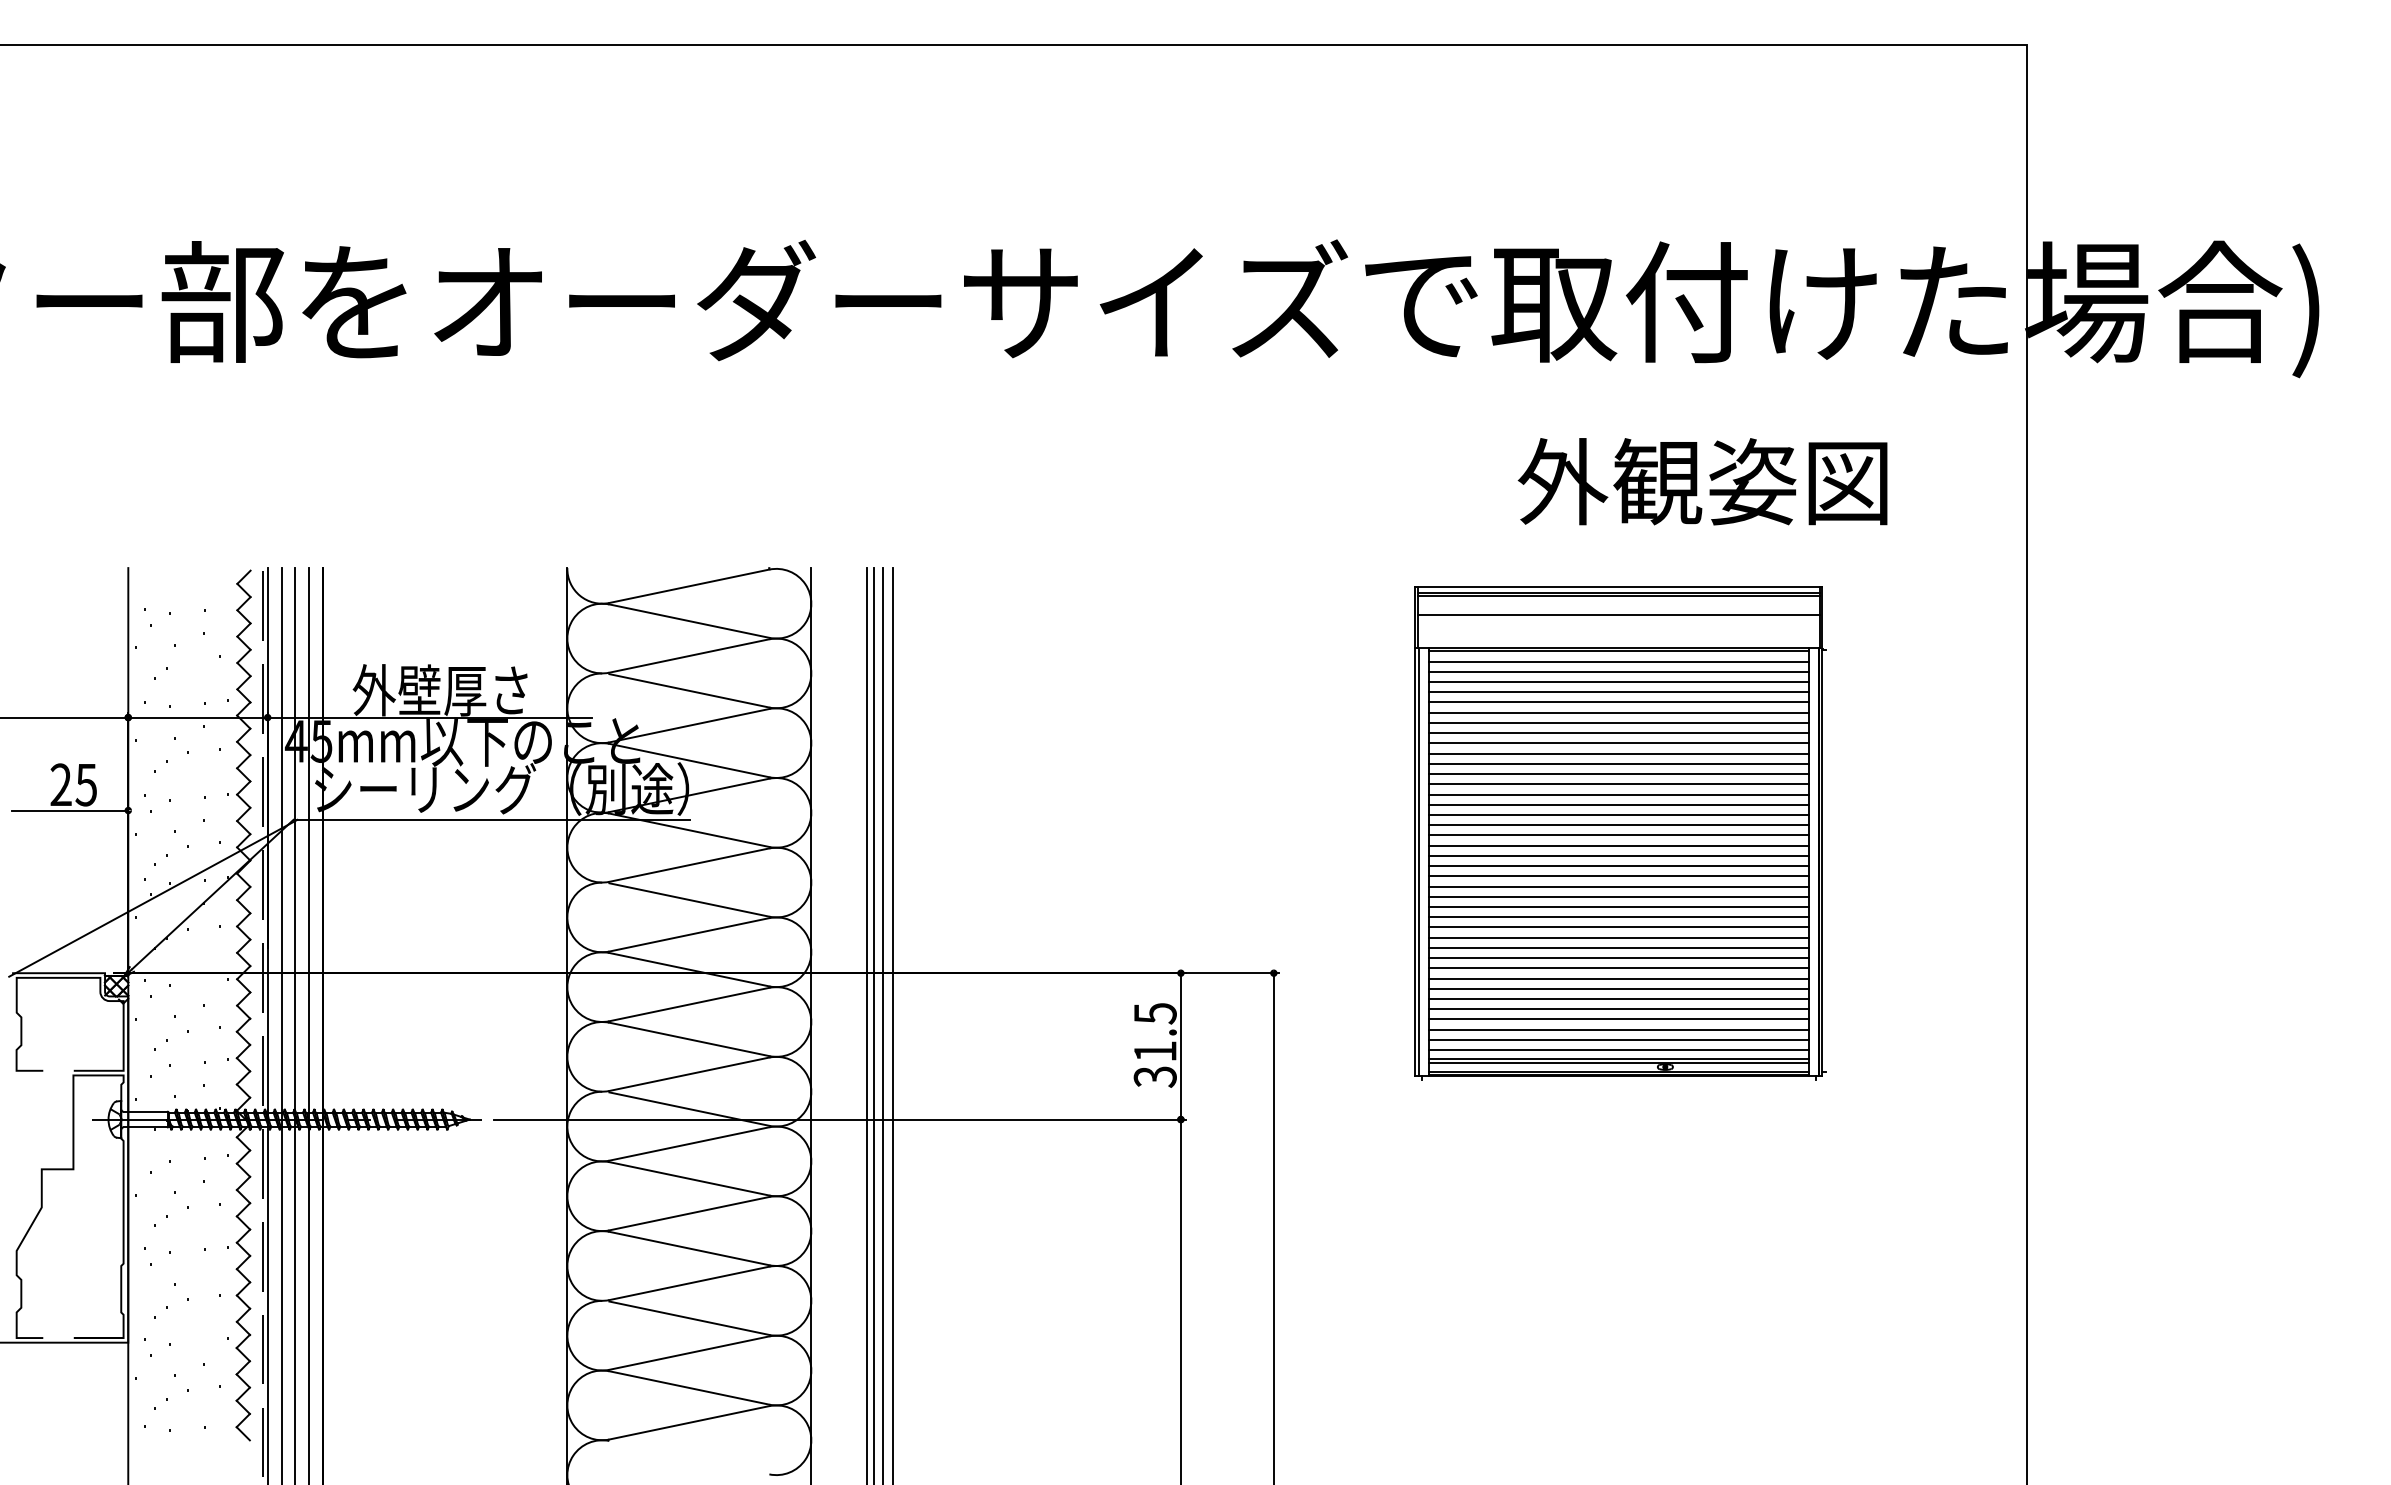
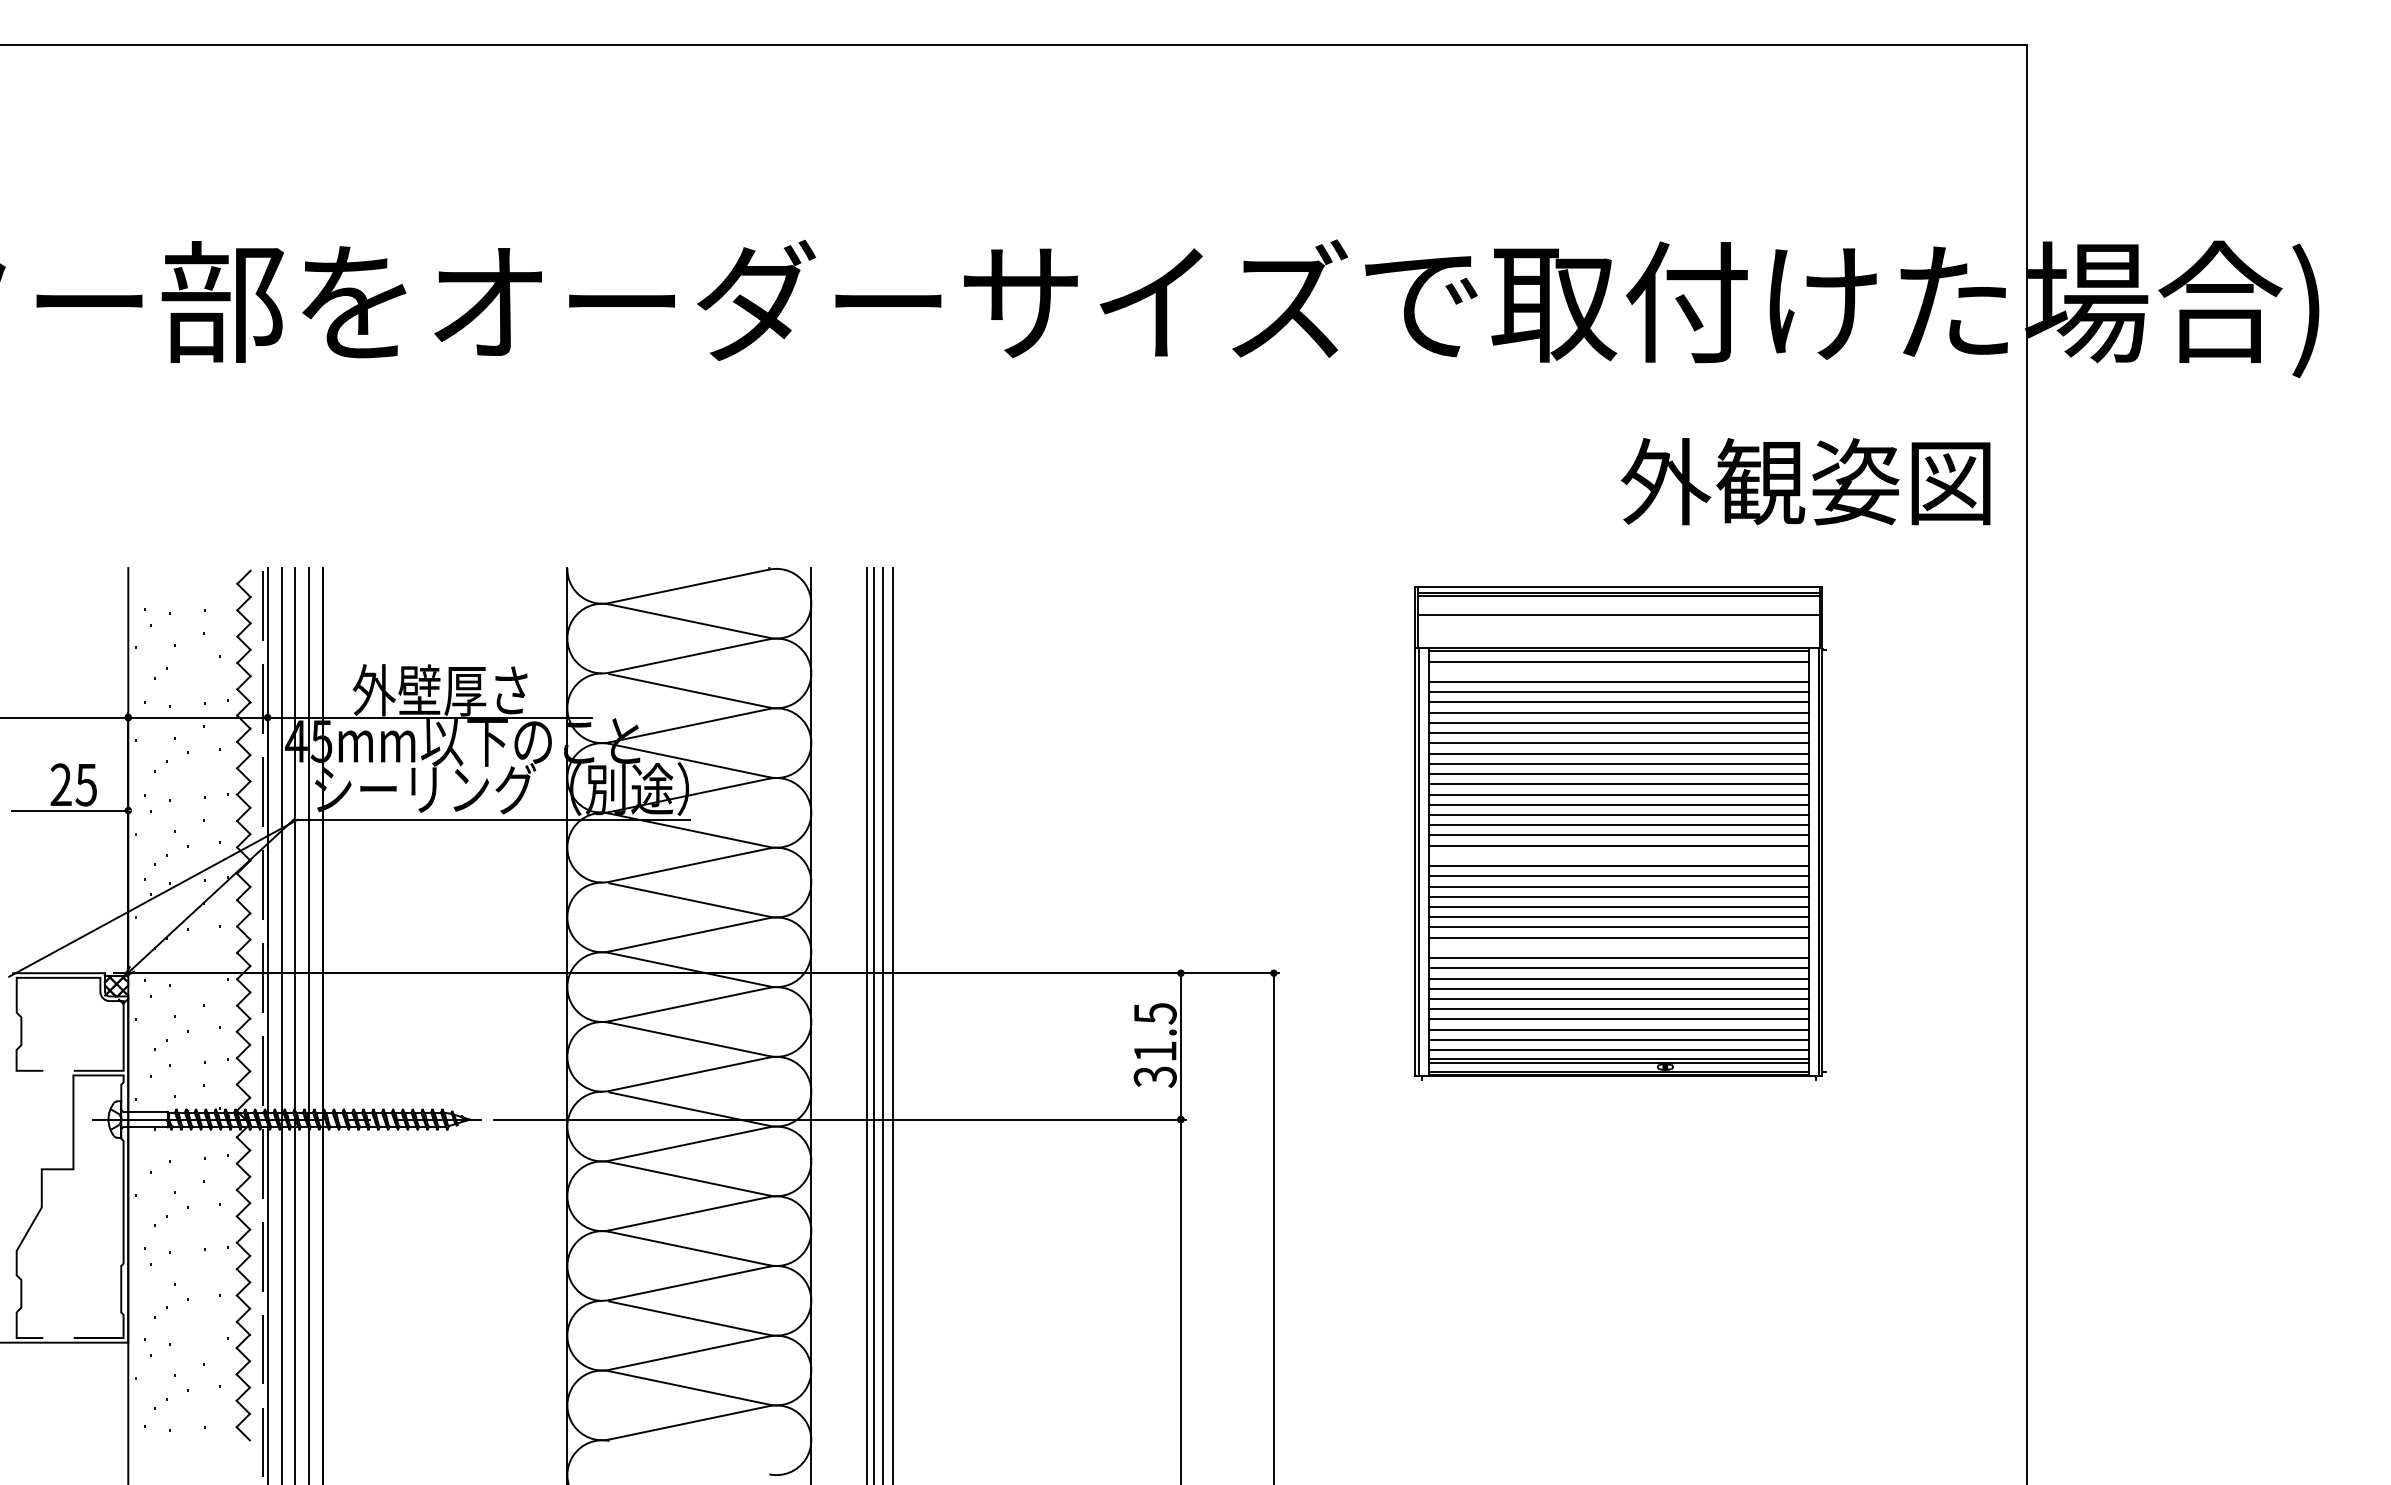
text at (1702, 481) position: (1702, 481) -> (1805, 481)
line at (1618, 671): present -> none
line at (1618, 855): present -> none
line at (1618, 947): present -> none
